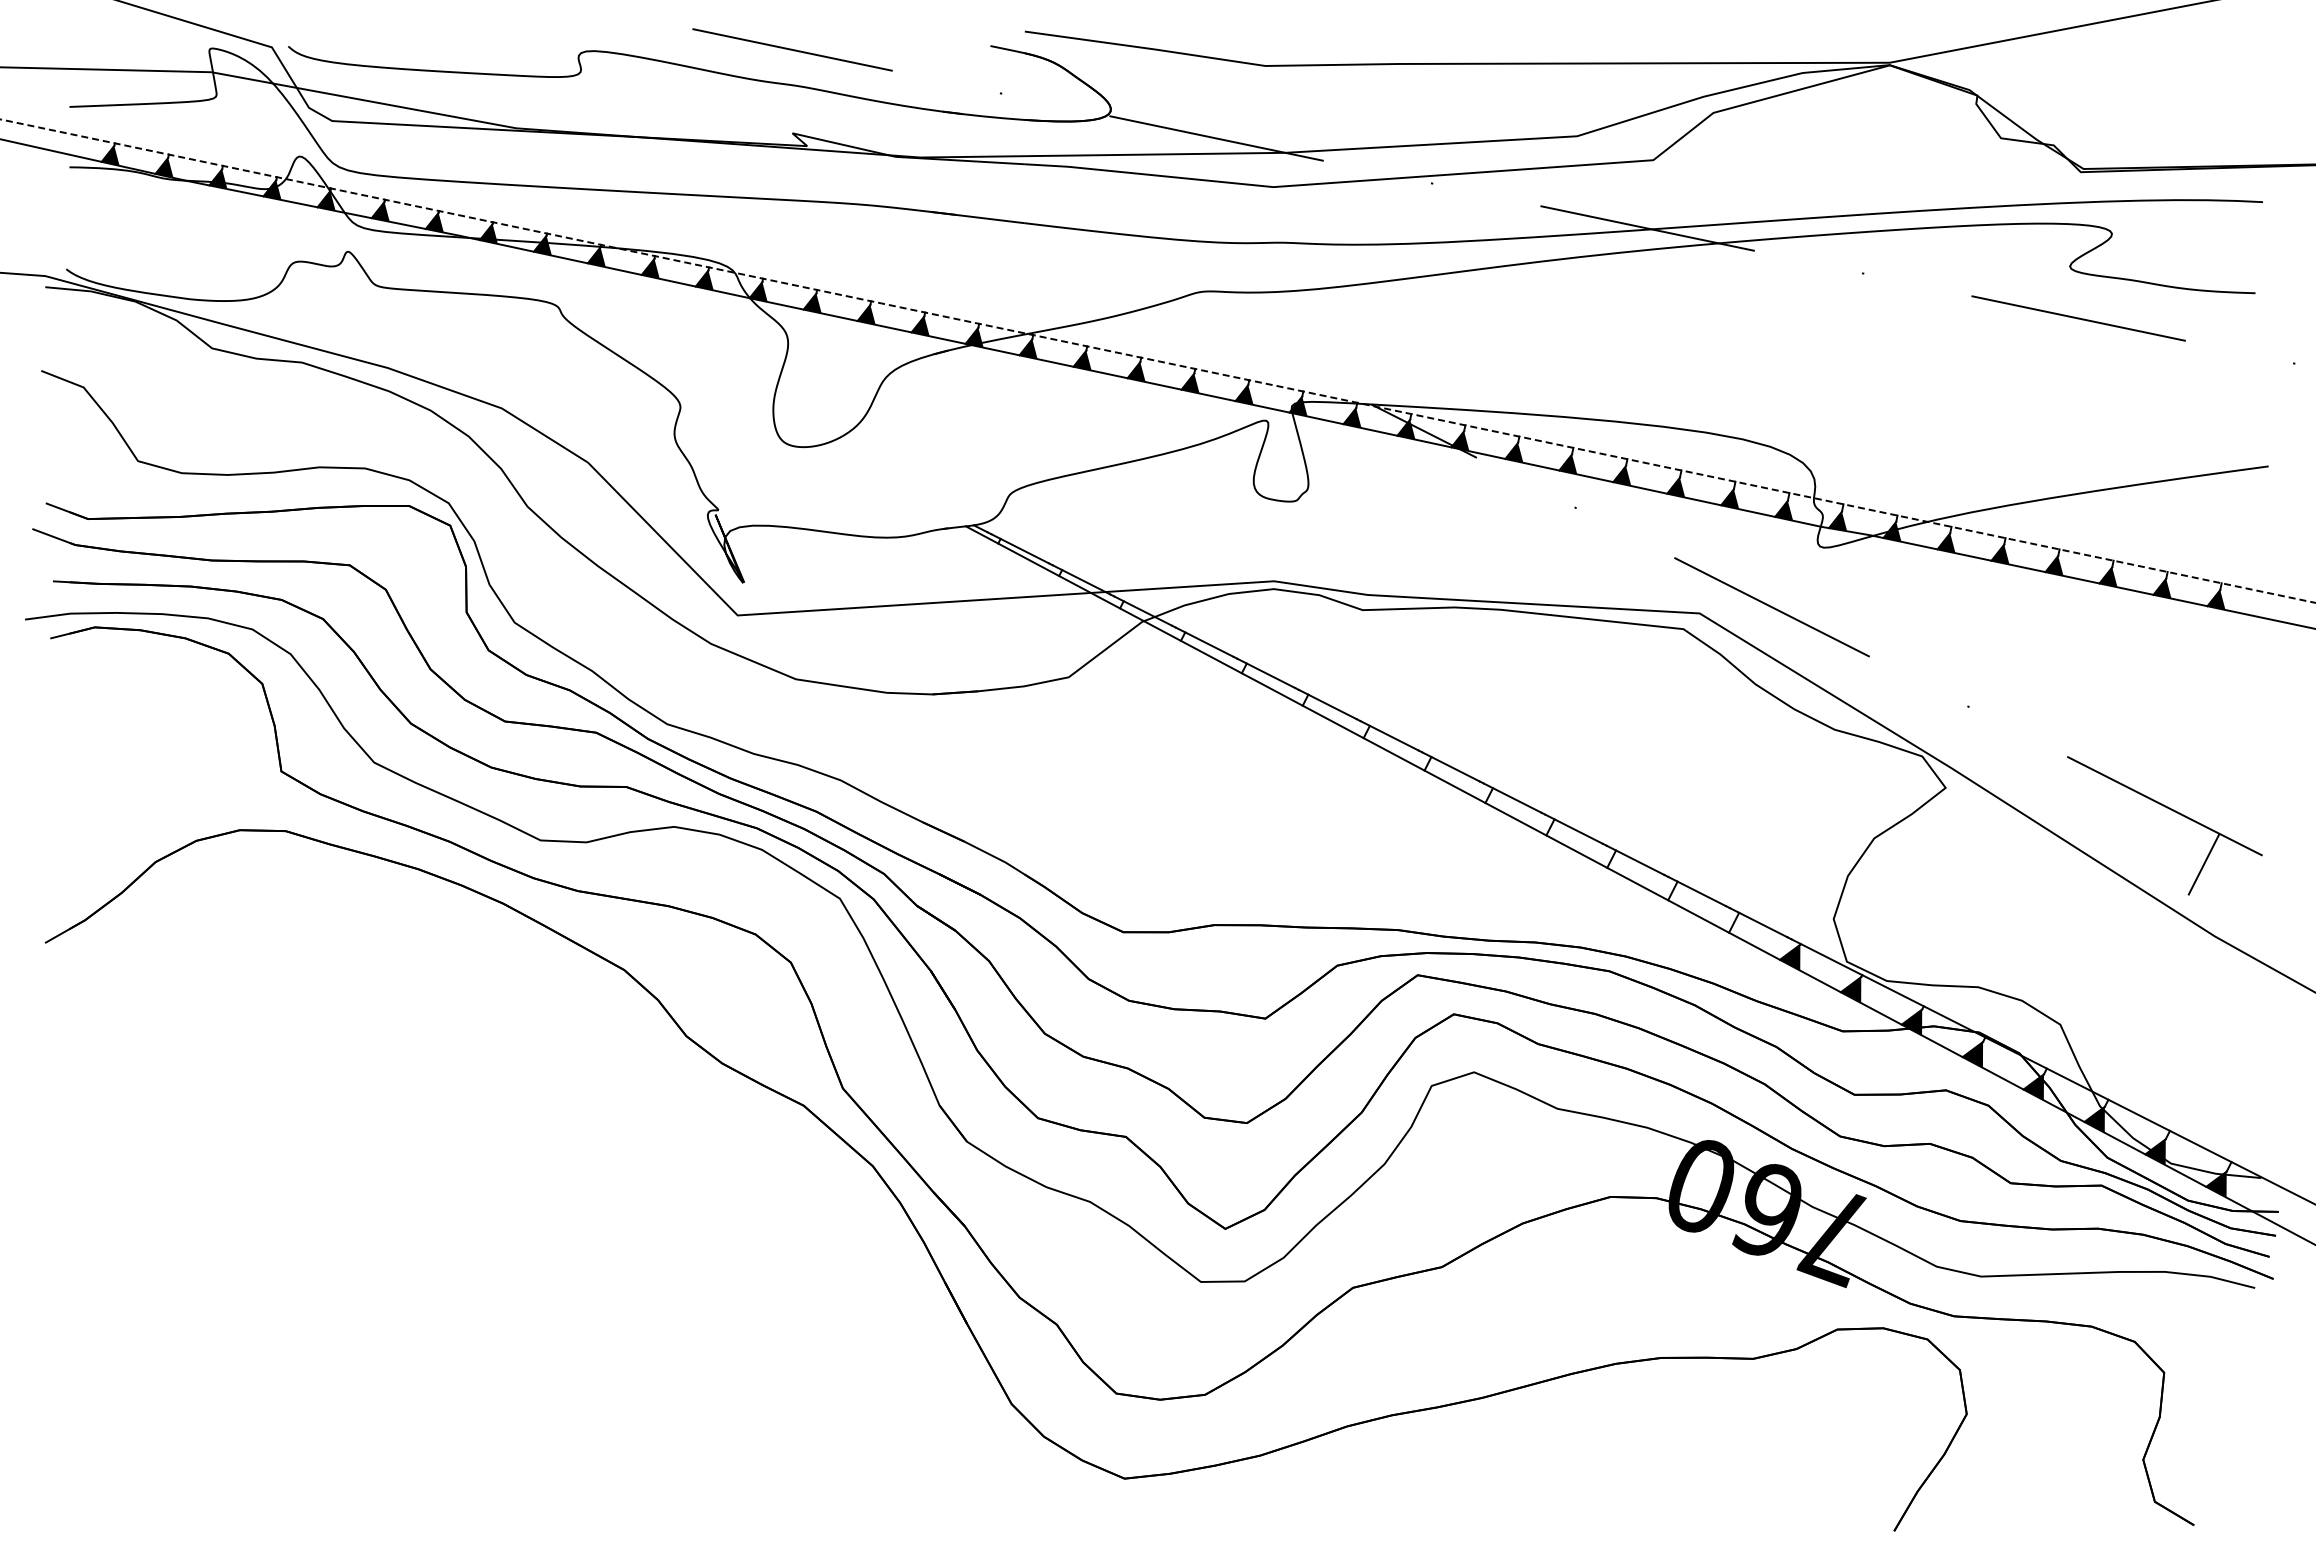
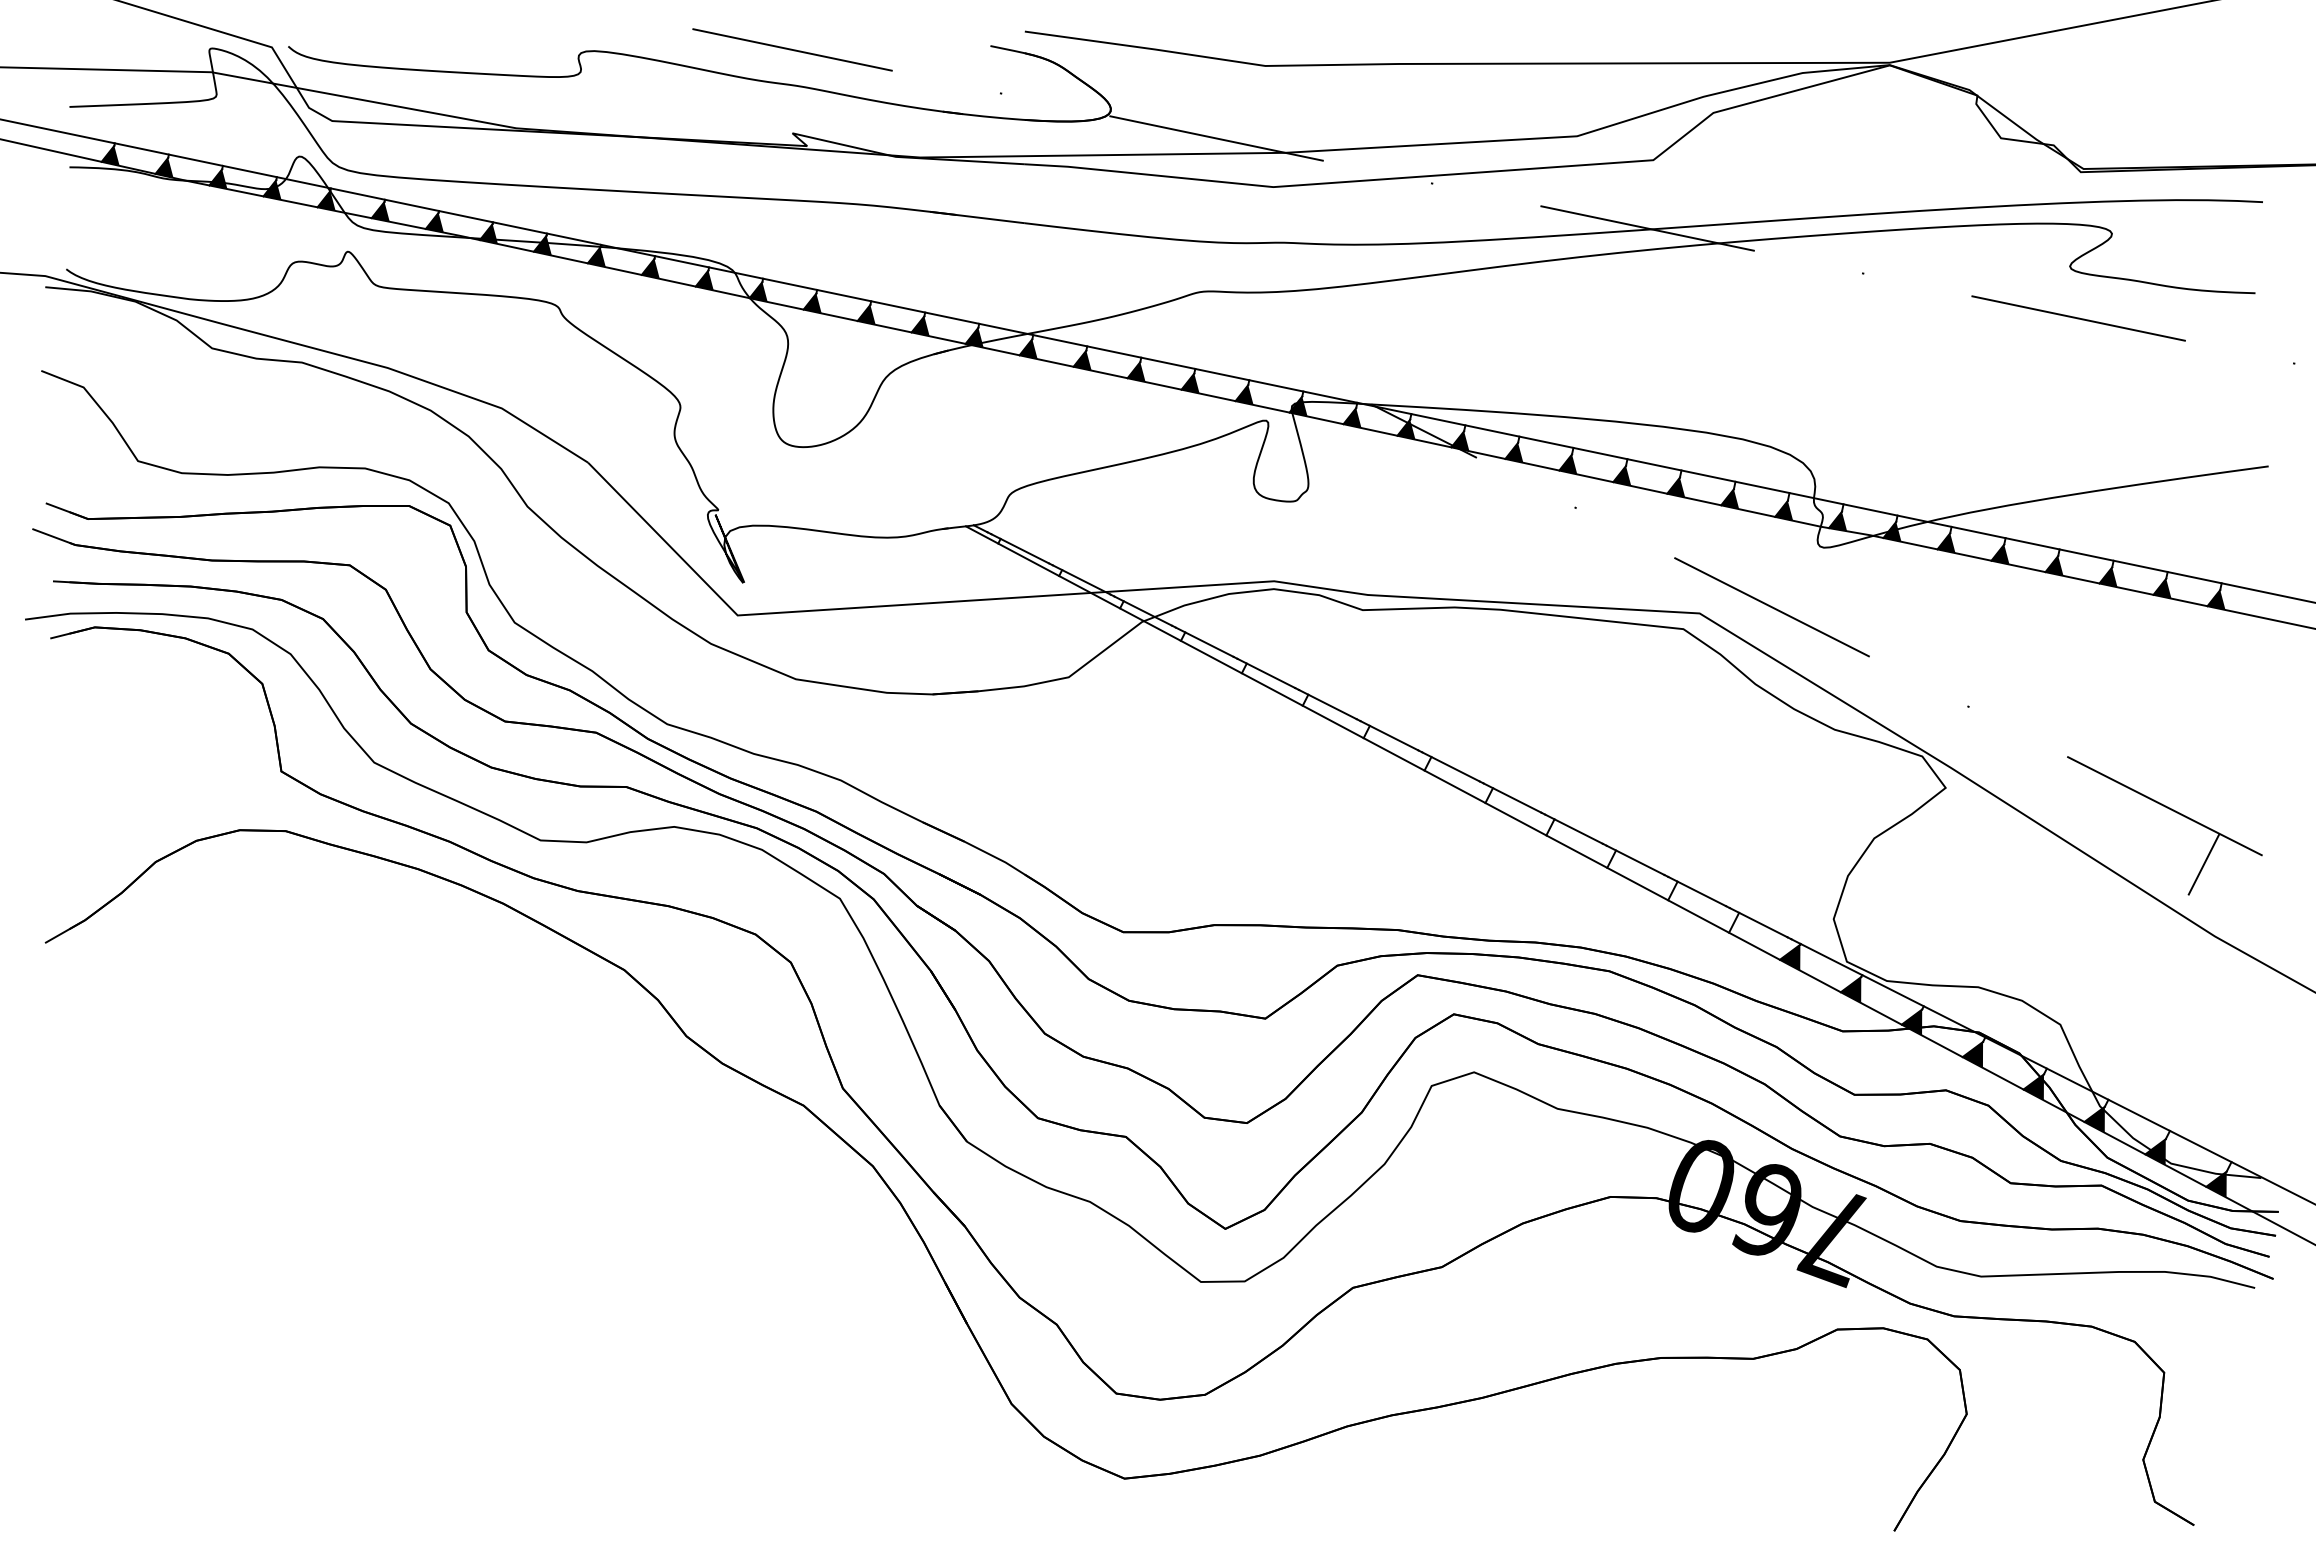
line at (1158, 361): dashed -> solid
